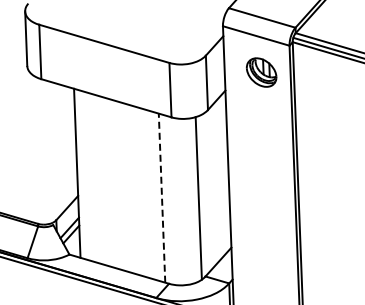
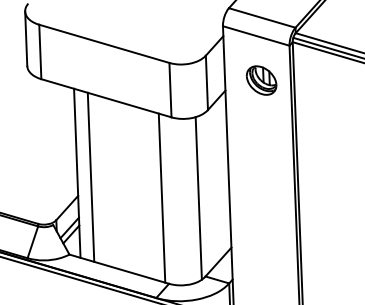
part at (261, 72) position: (261, 72) -> (261, 80)
line at (90, 176): none -> present
line at (162, 198): dashed -> solid
